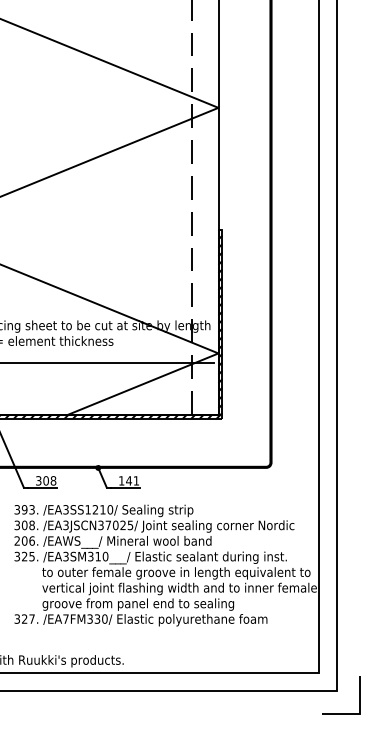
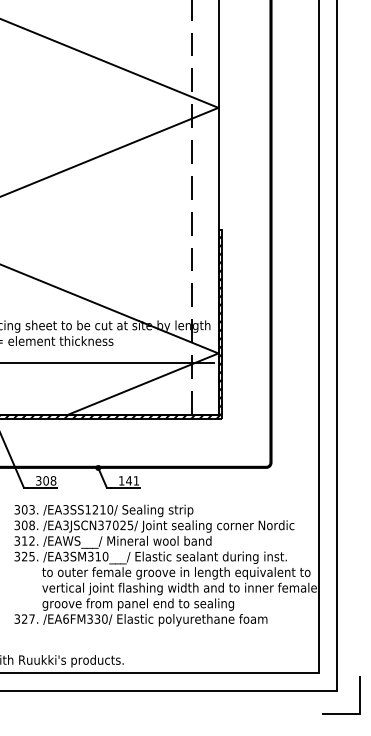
text at (24, 509): 393. -> 303.
text at (24, 540): 206. -> 312.
text at (65, 618): /EA7FM330/ -> /EA6FM330/
